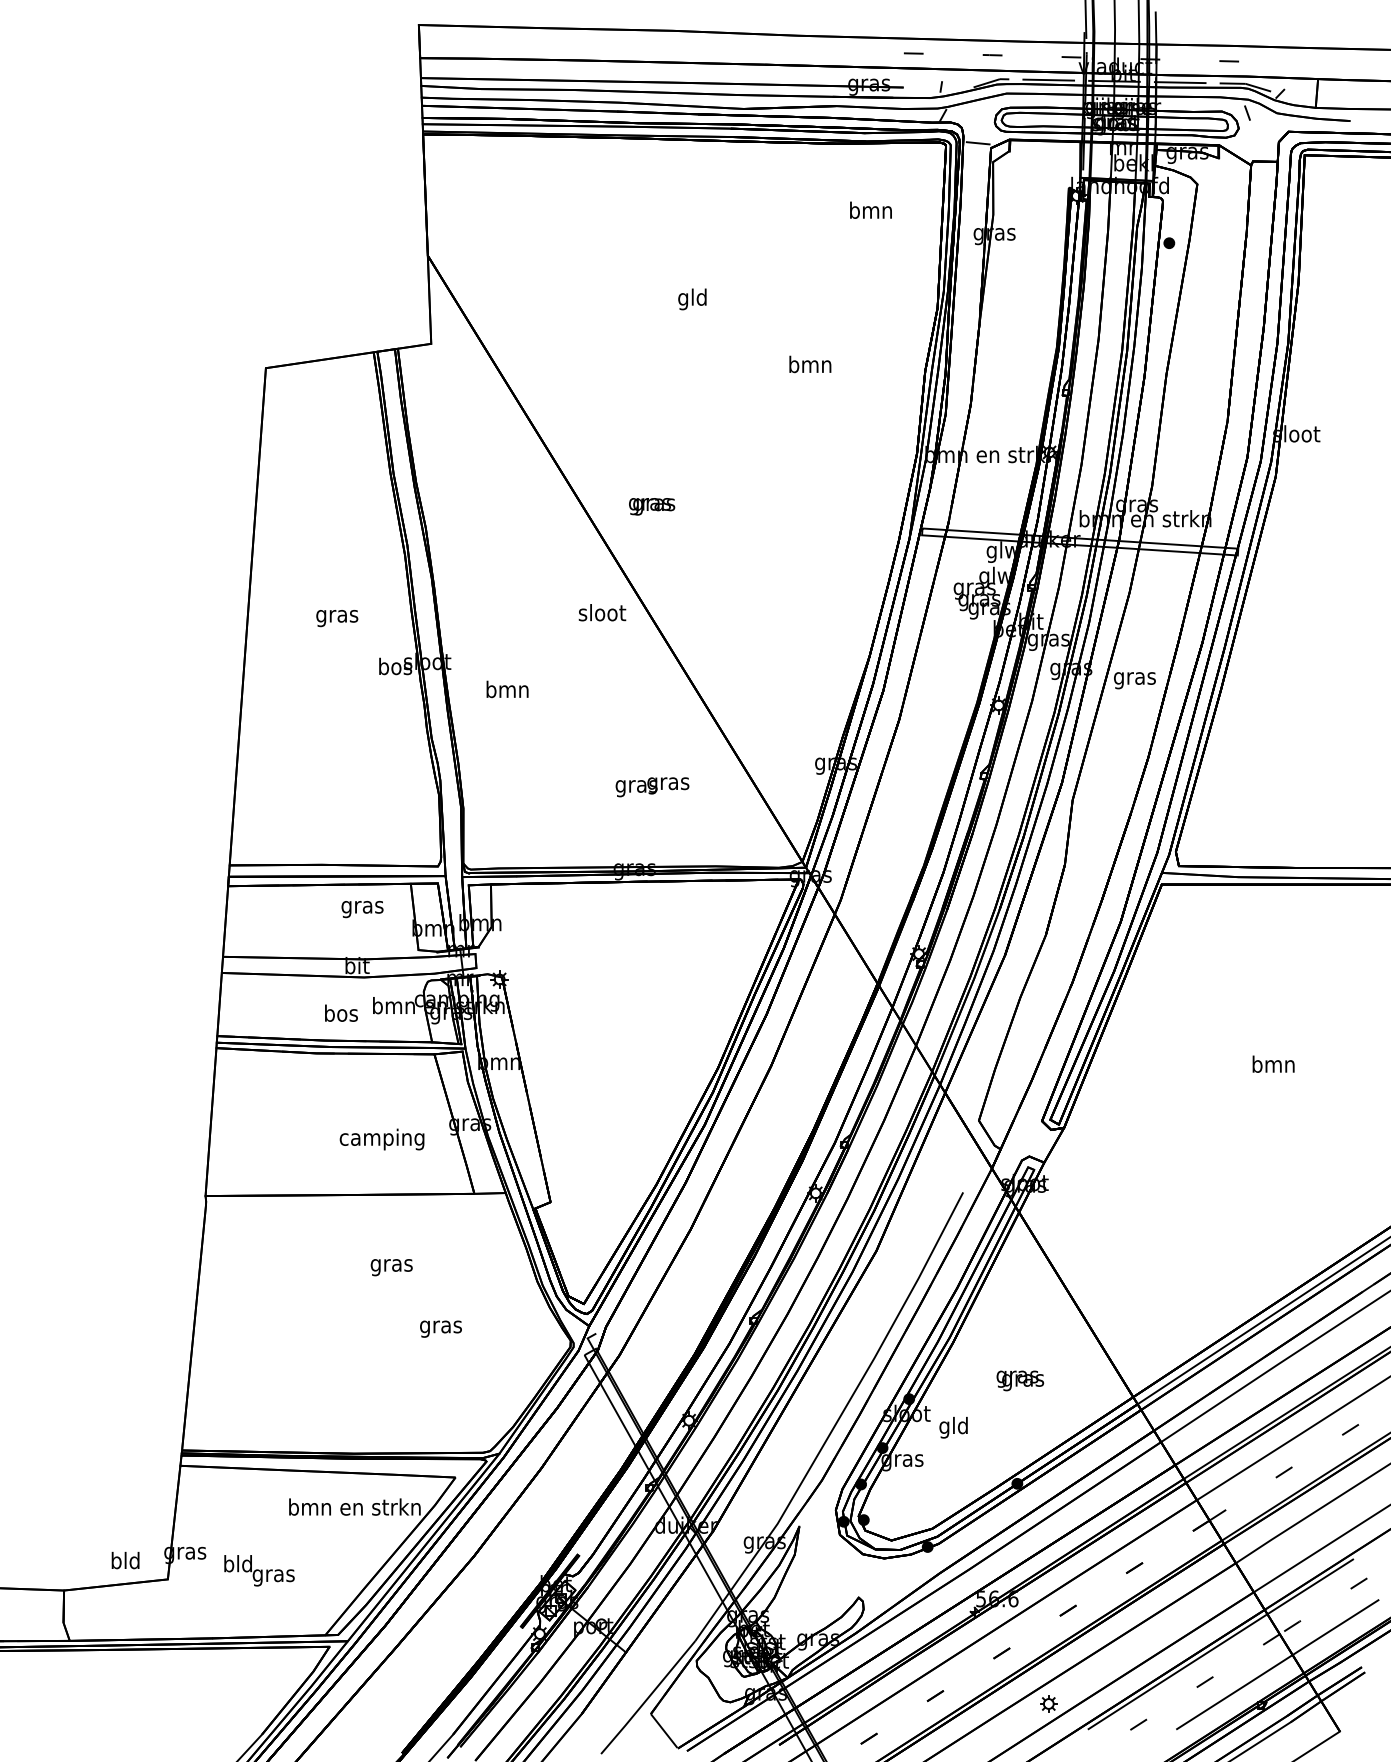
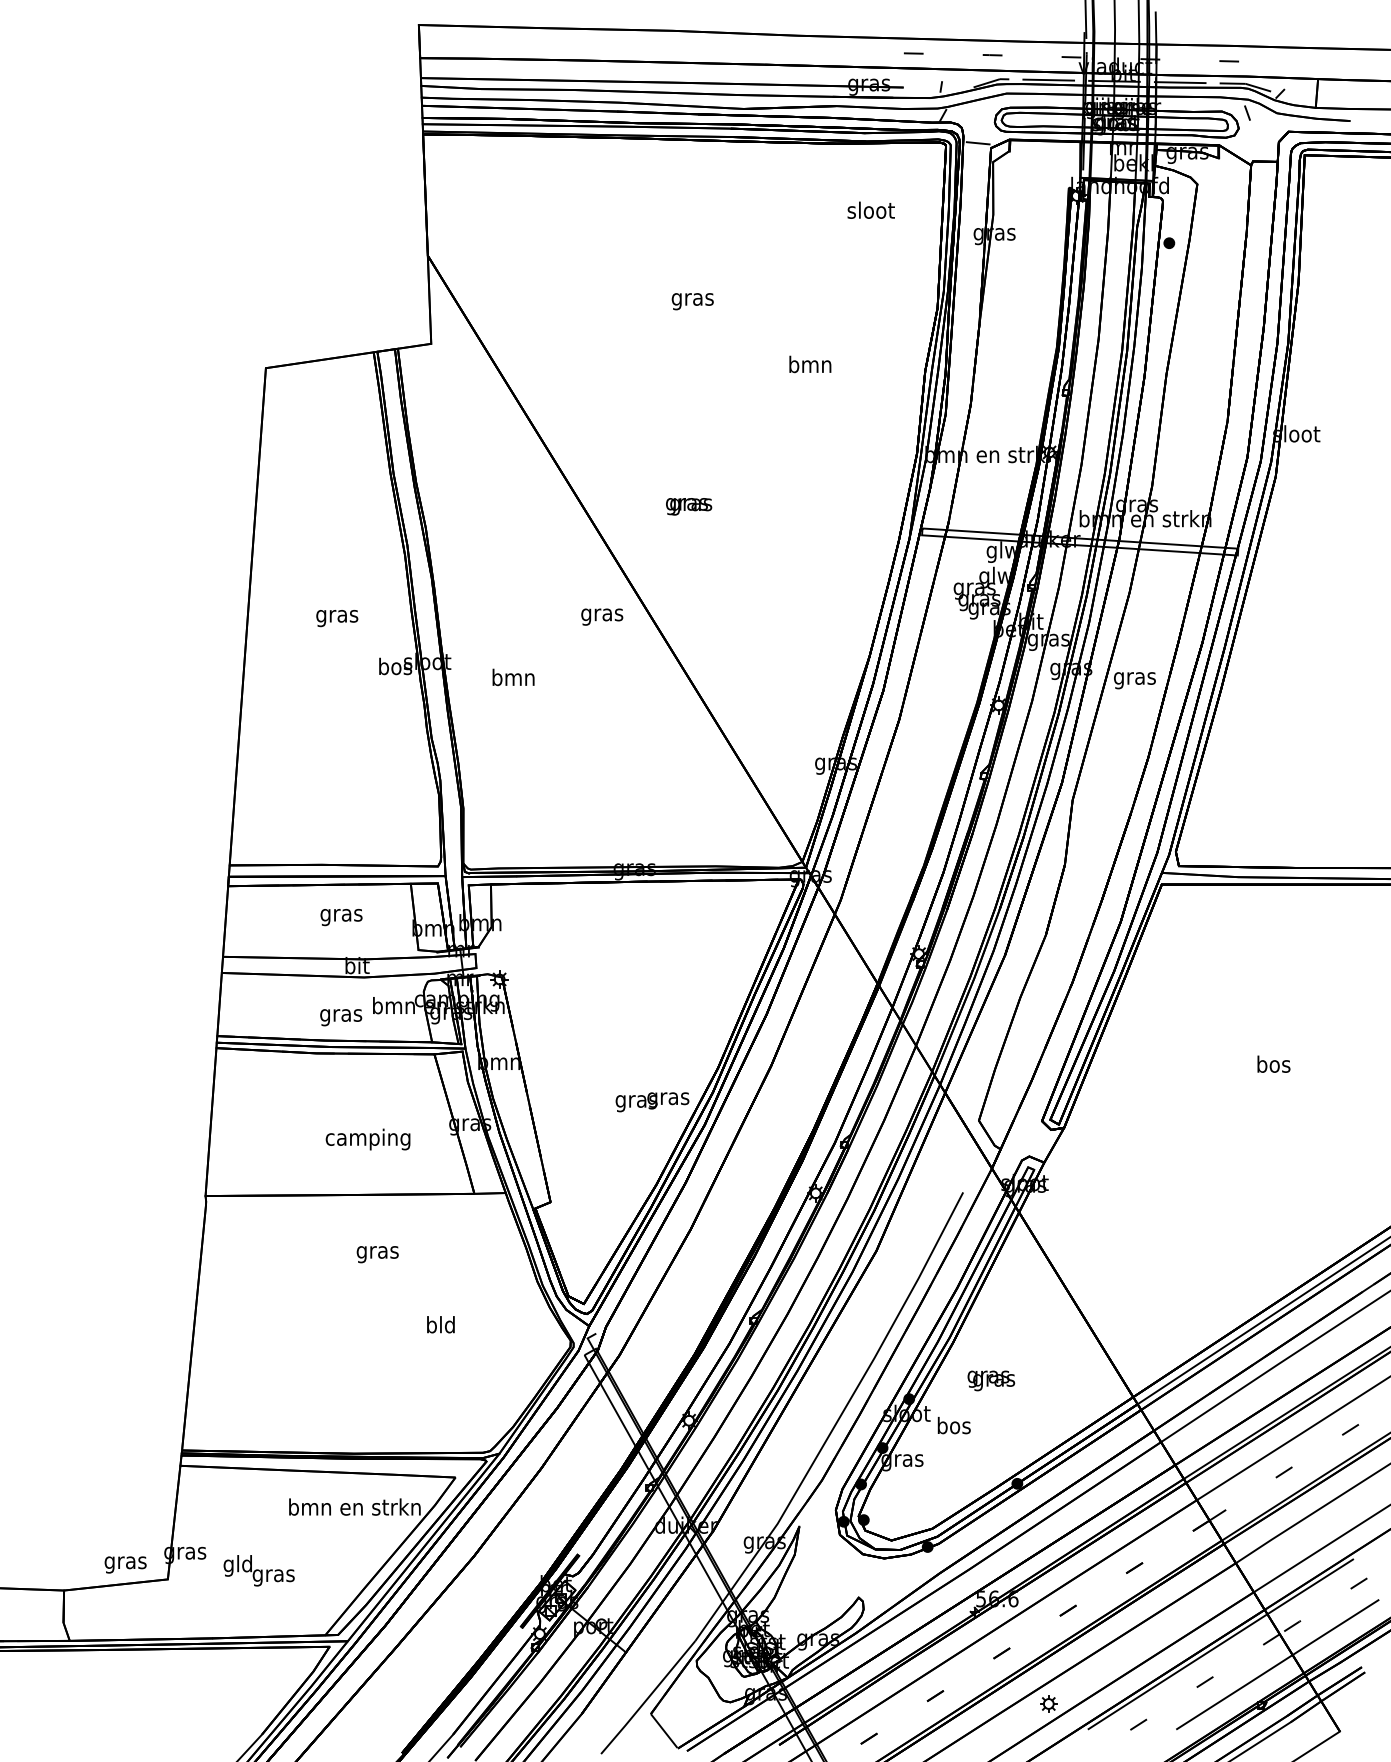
text at (870, 209): bmn -> sloot
text at (692, 299): gld -> gras
text at (652, 506) position: (652, 506) -> (689, 506)
text at (602, 614): sloot -> gras
text at (507, 689) position: (507, 689) -> (513, 677)
text at (652, 787) position: (652, 787) -> (652, 1102)
text at (362, 909) position: (362, 909) -> (341, 917)
text at (341, 1015): bos -> gras
text at (1273, 1063): bmn -> bos
text at (381, 1139) position: (381, 1139) -> (367, 1139)
text at (391, 1267) position: (391, 1267) -> (377, 1254)
text at (440, 1326): gras -> bld
text at (1020, 1380) position: (1020, 1380) -> (991, 1380)
text at (953, 1427): gld -> bos
text at (125, 1562): bld -> gras
text at (228, 1565): bld -> gld
